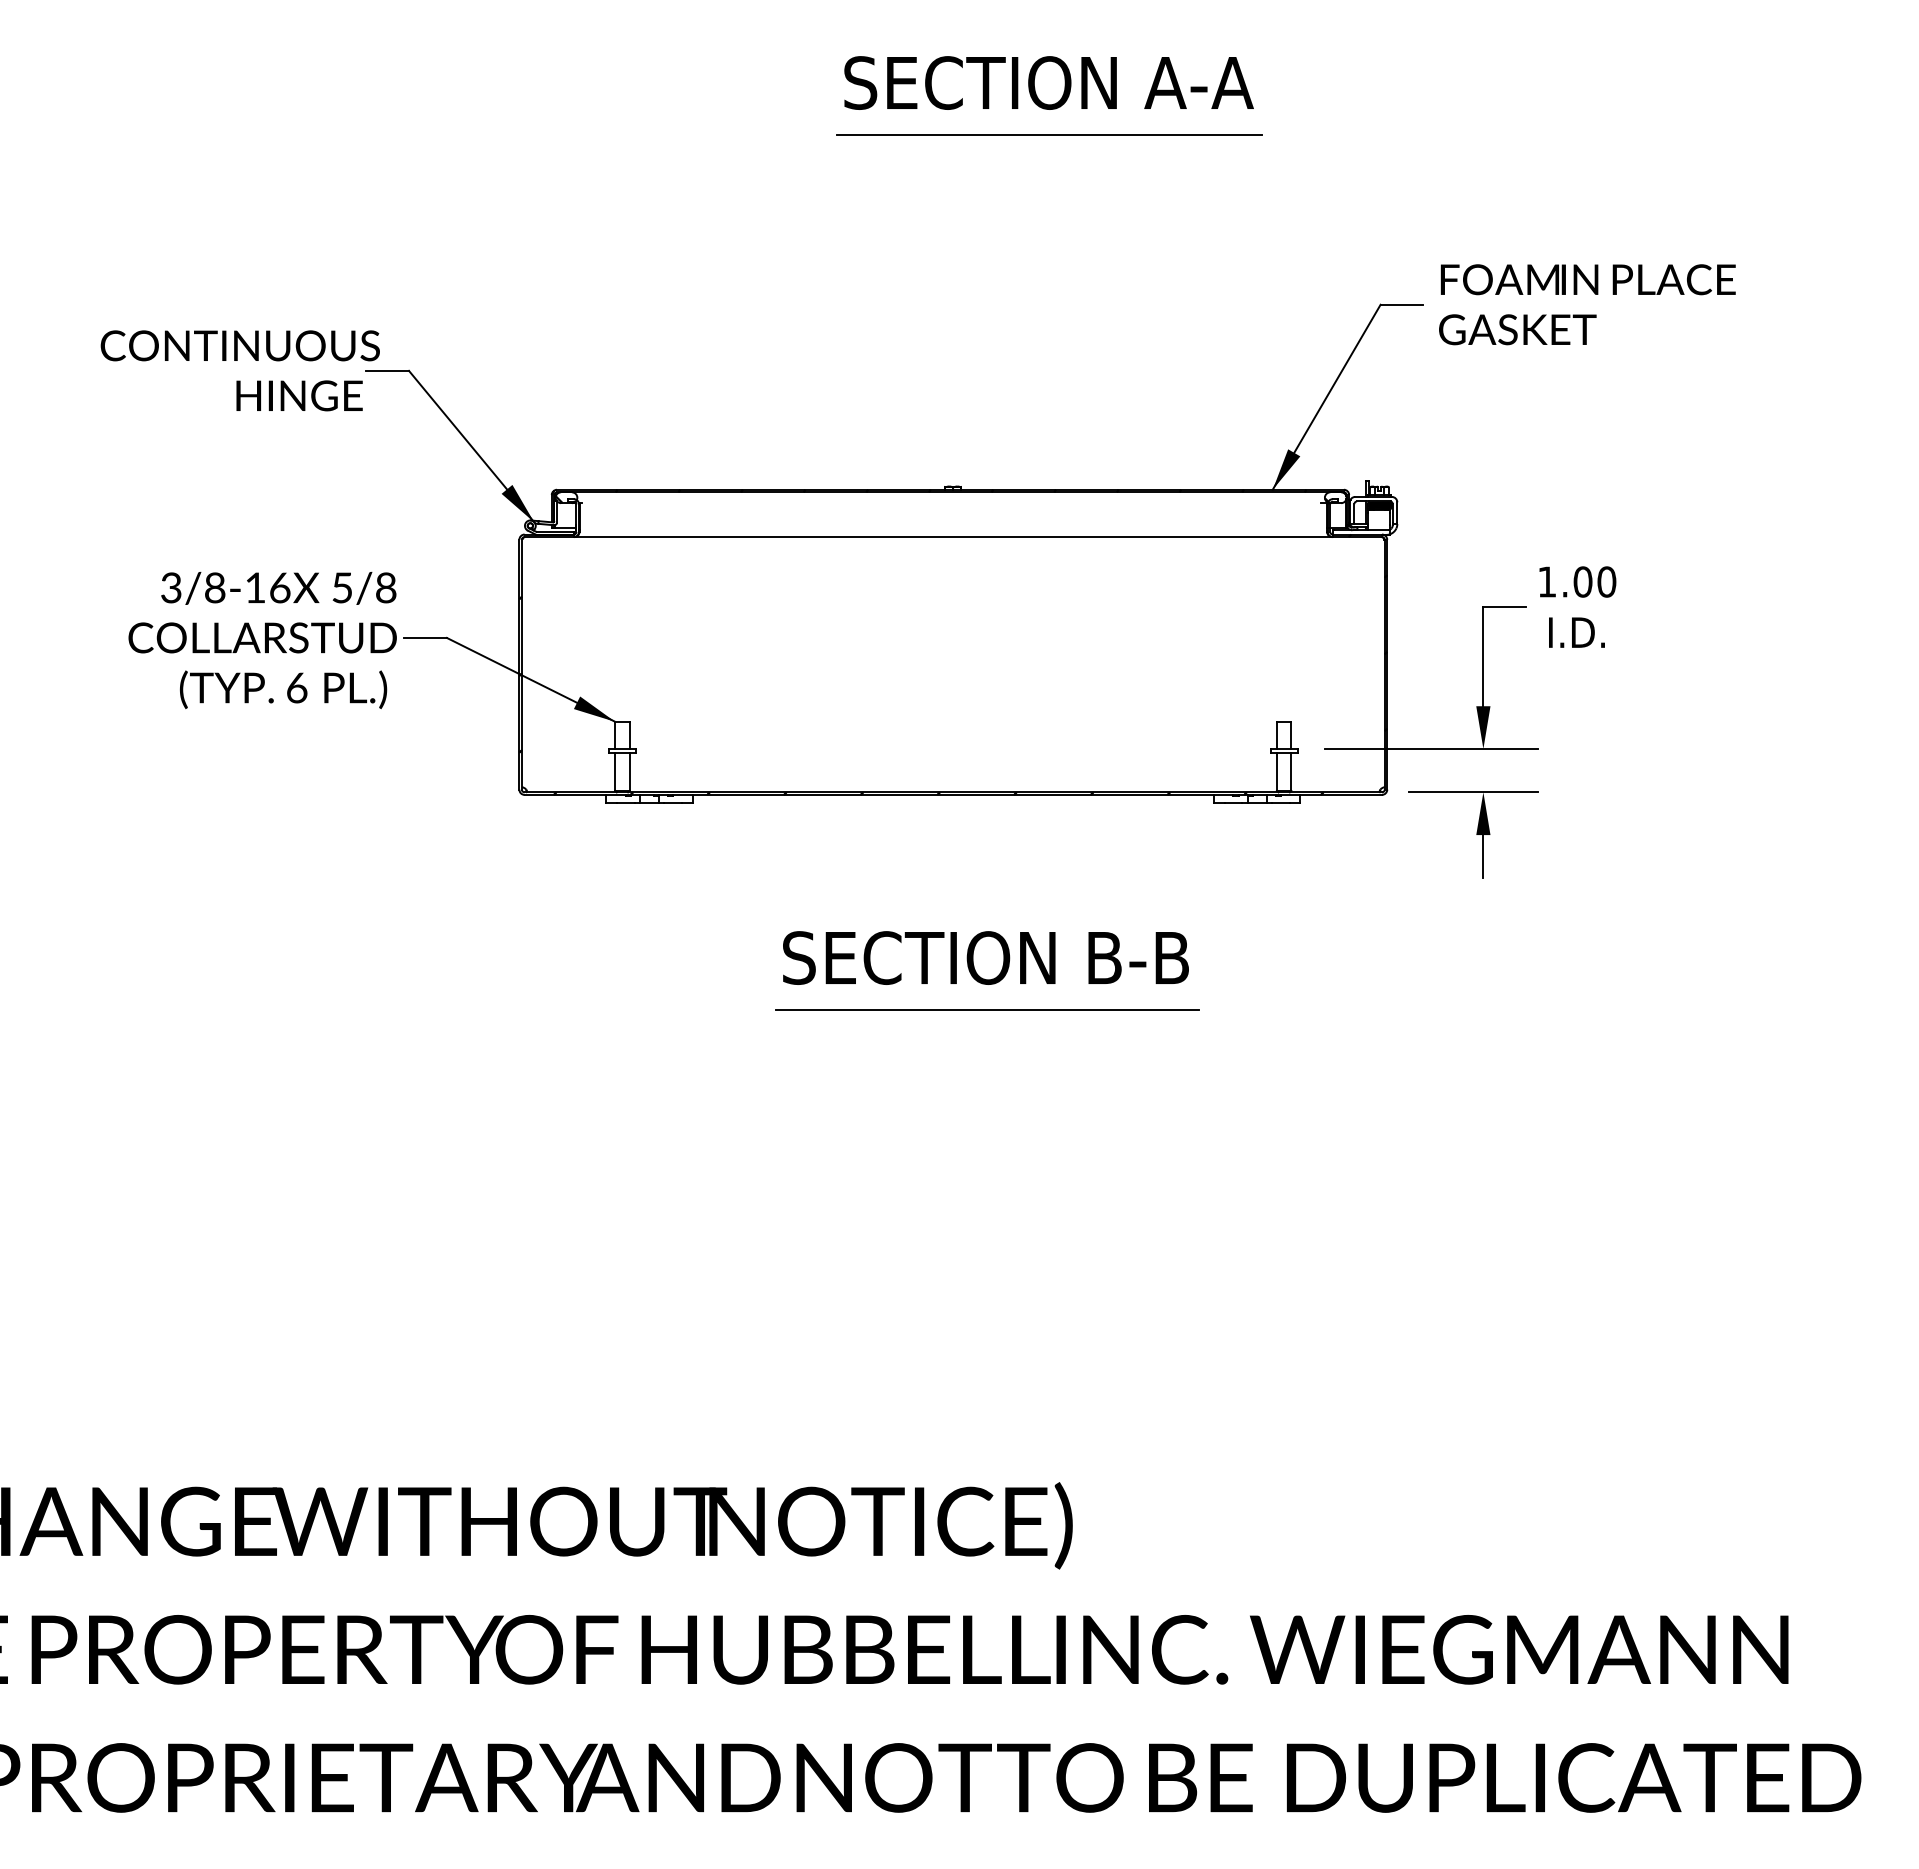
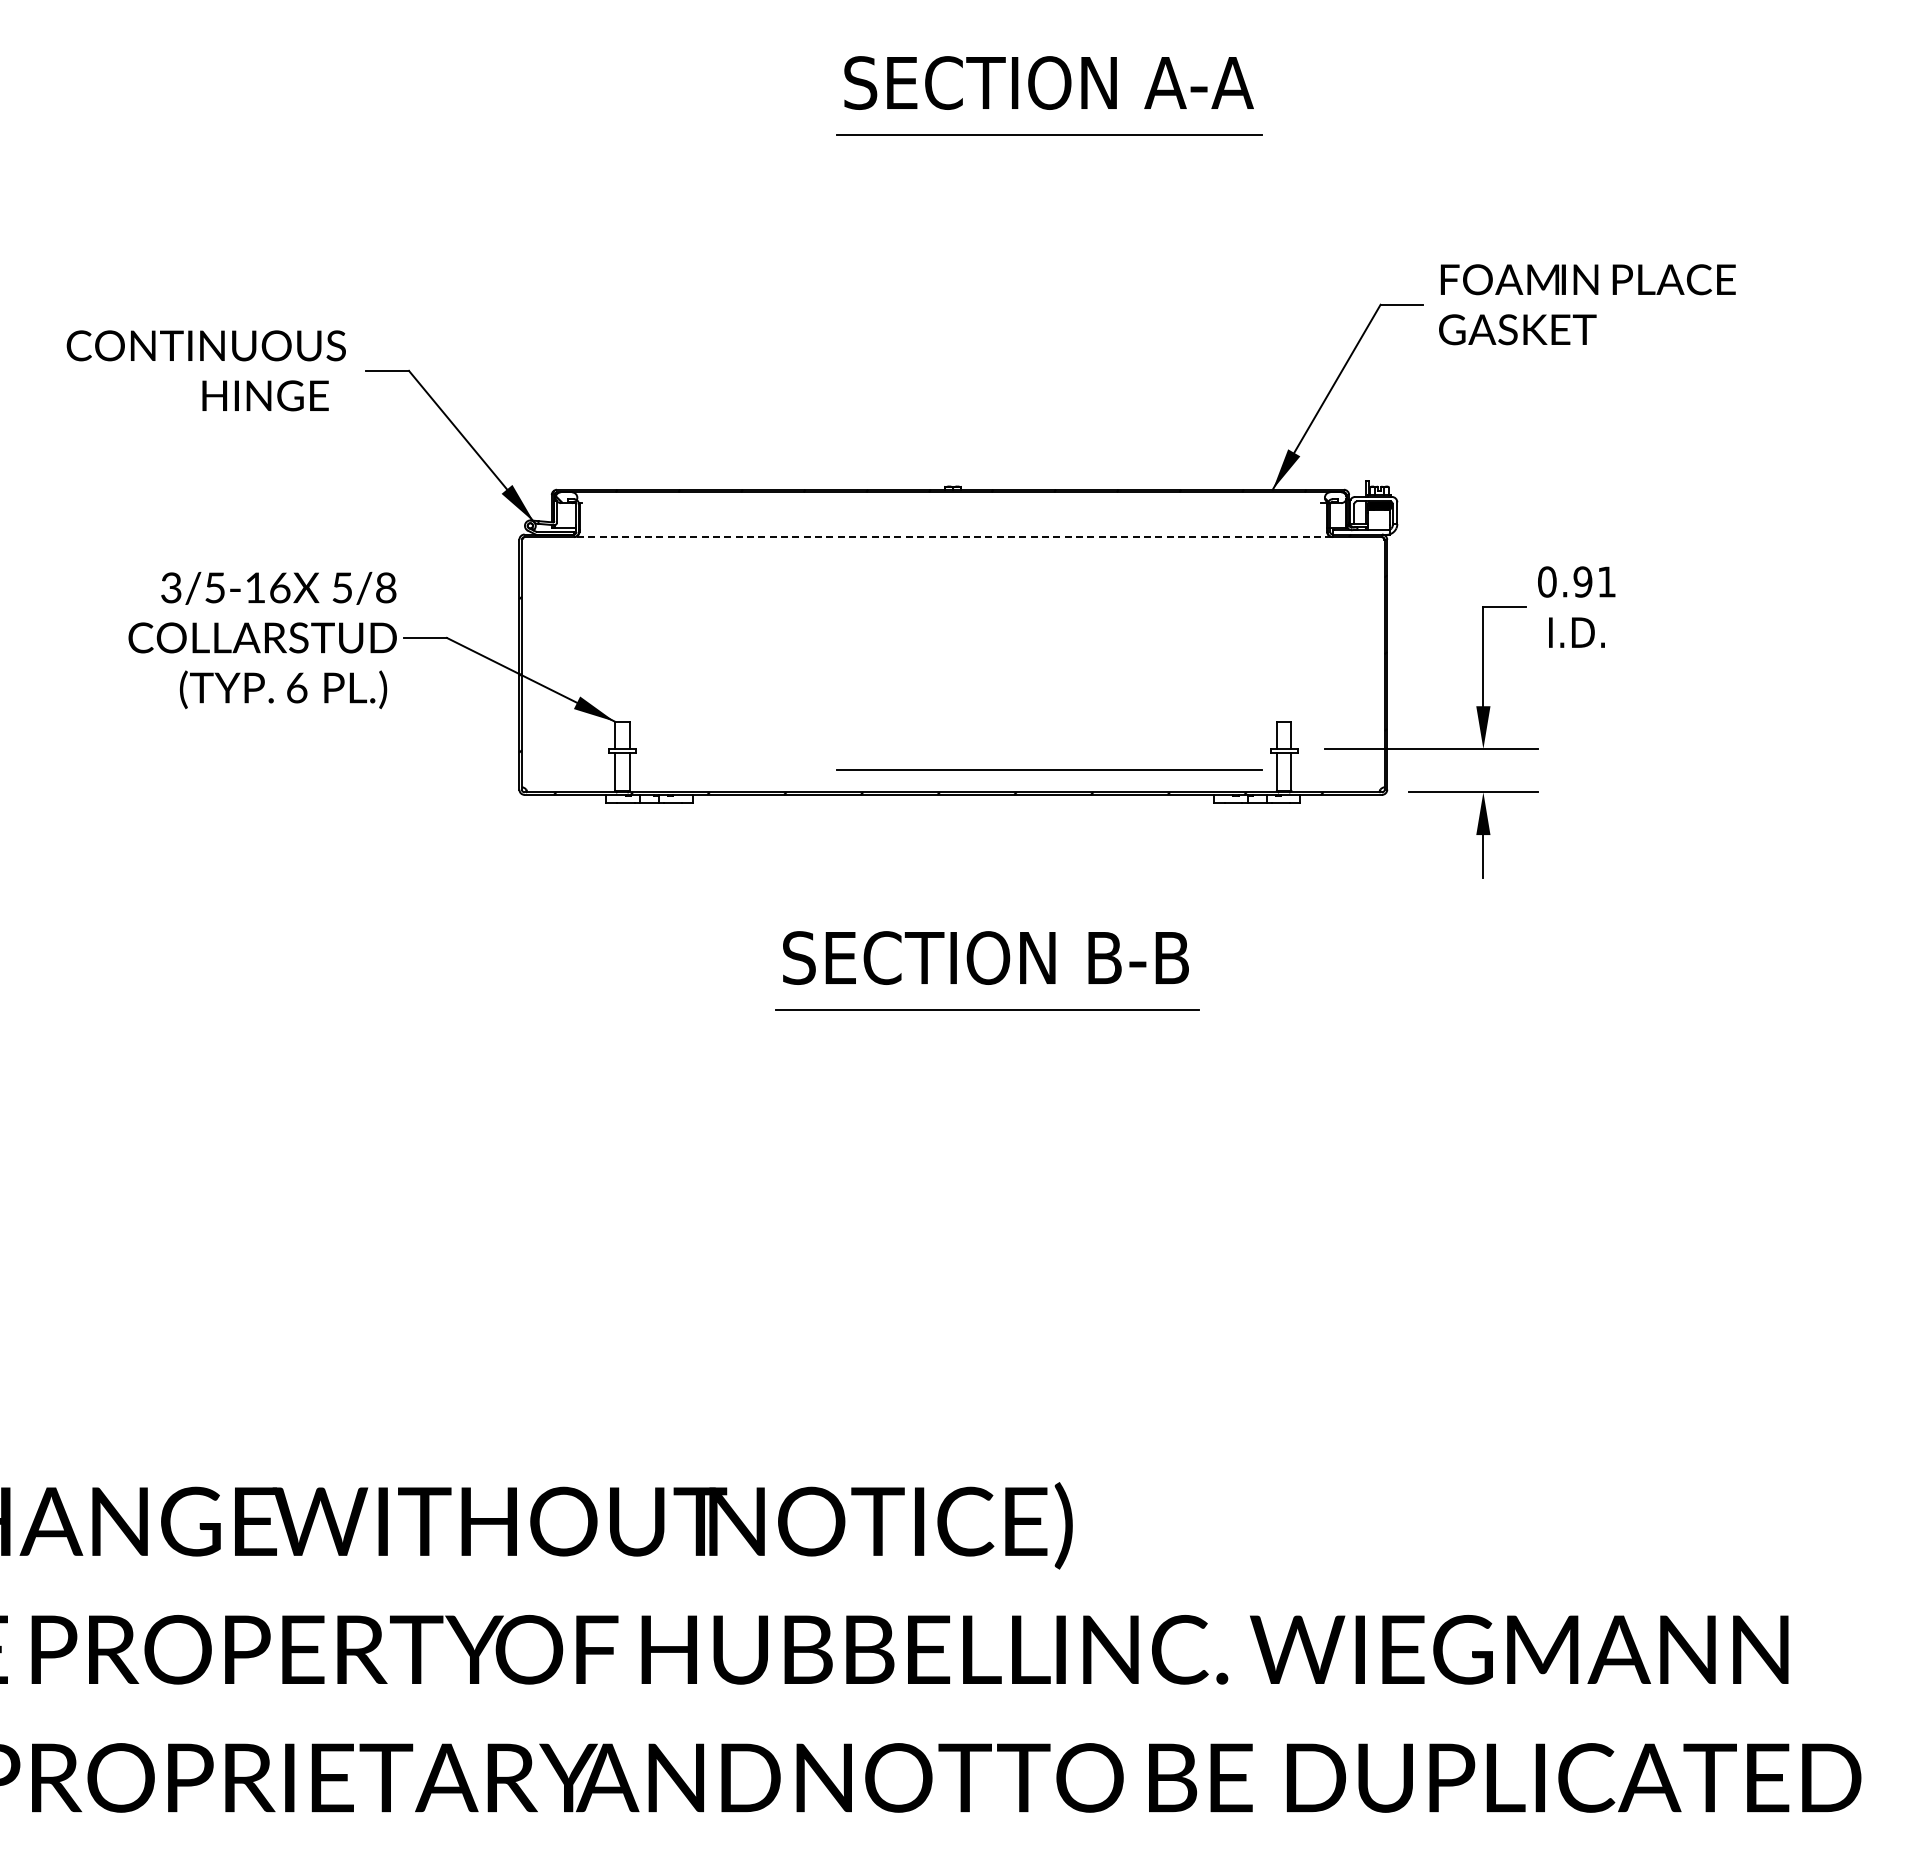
text at (239, 370) position: (239, 370) -> (205, 370)
line at (952, 537): solid -> dashed
text at (1577, 581): 1.00 -> 0.91
text at (215, 587): 3/8-16 -> 3/5-16
hatch at (953, 664): present -> none
line at (1049, 769): none -> present
